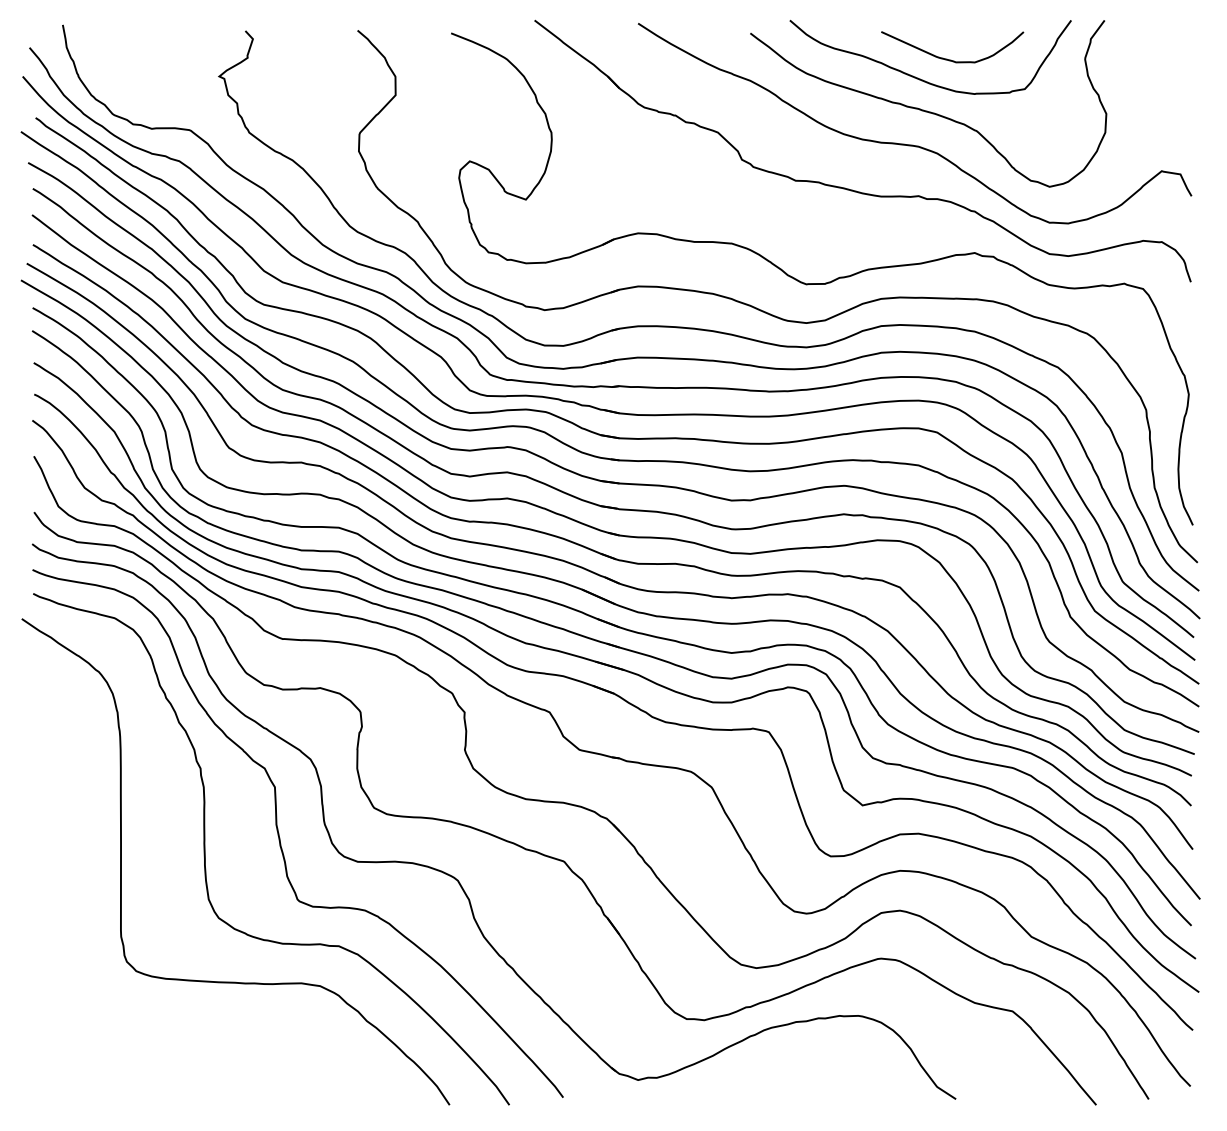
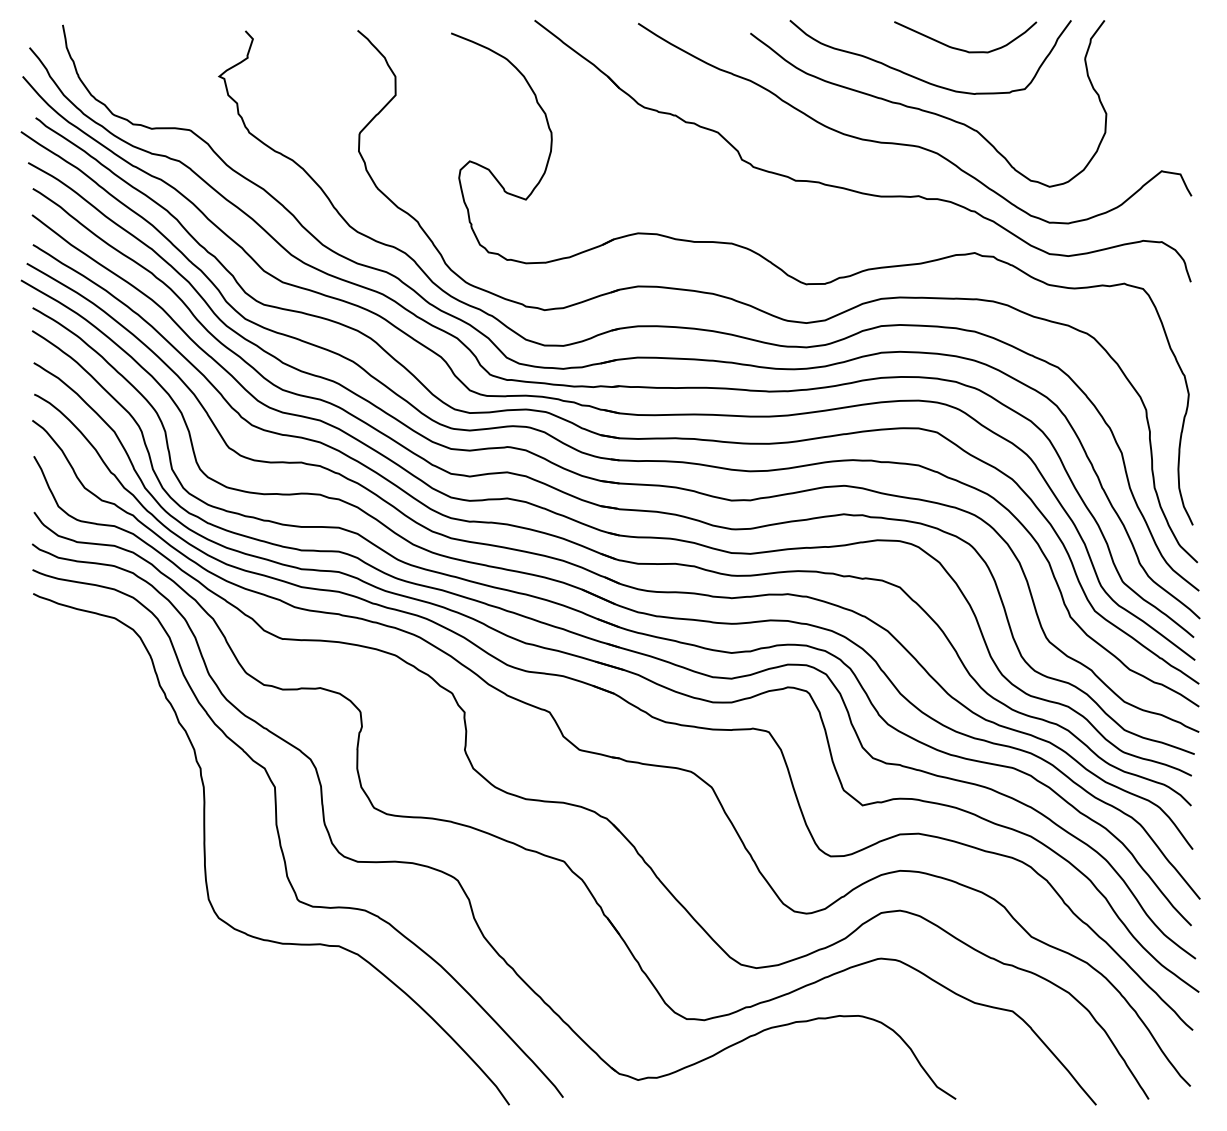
curve at (951, 59) position: (951, 59) -> (964, 49)
curve at (121, 861): present -> none
